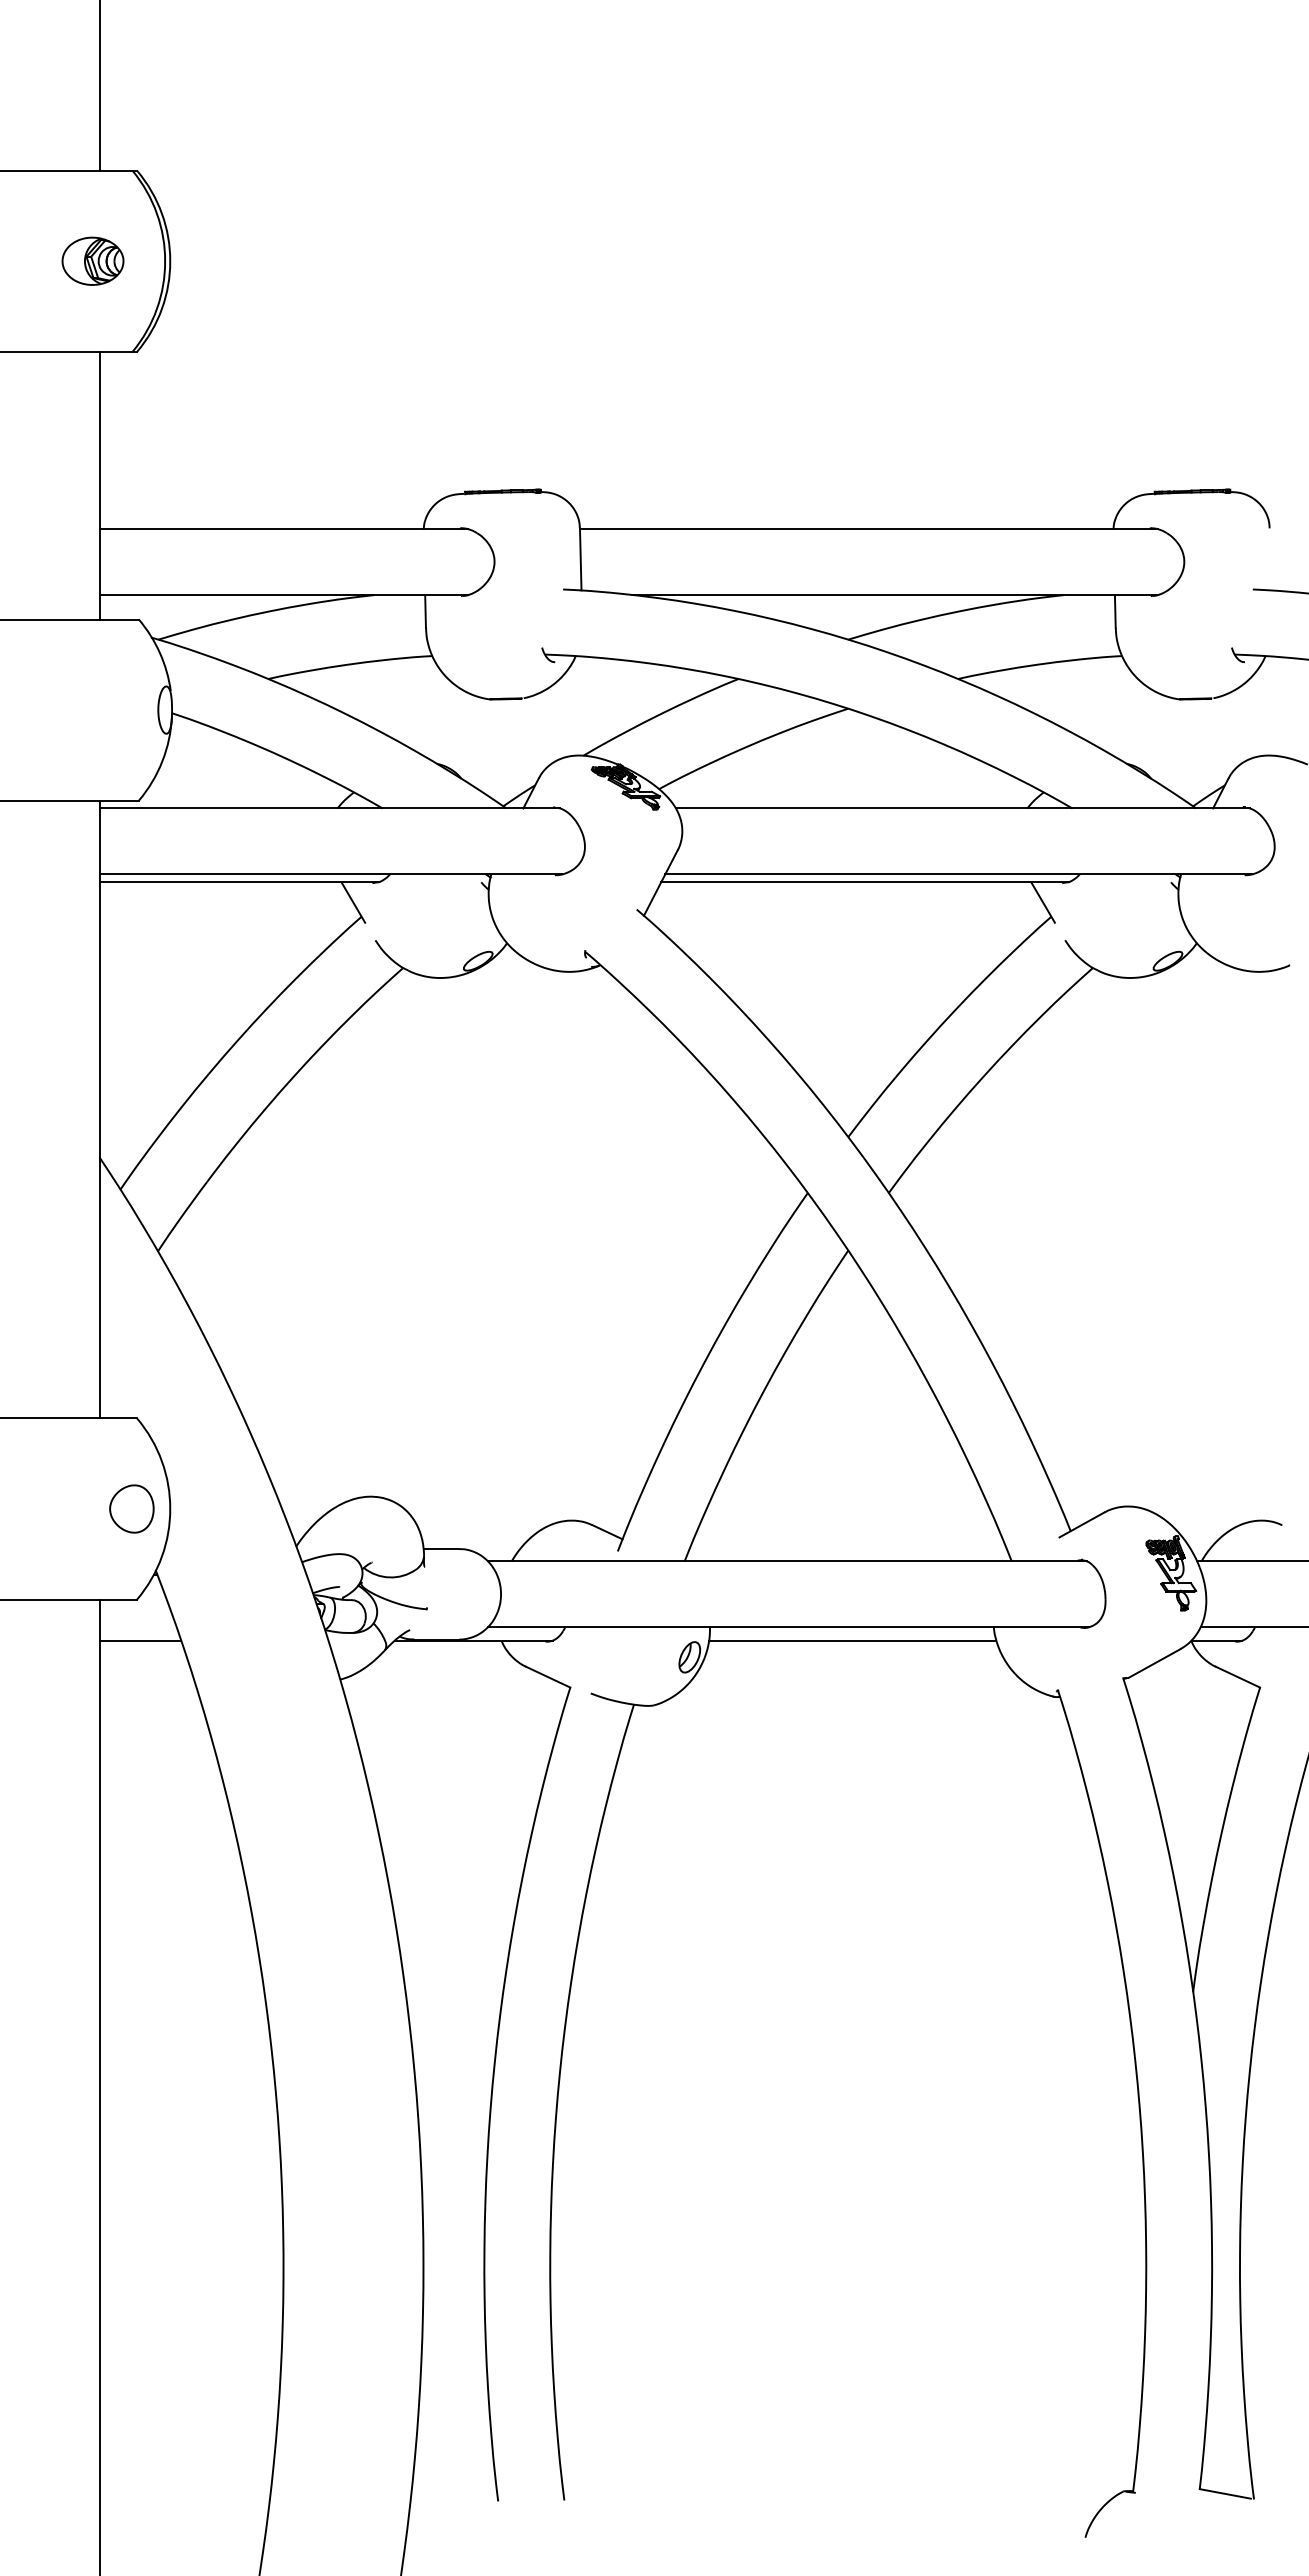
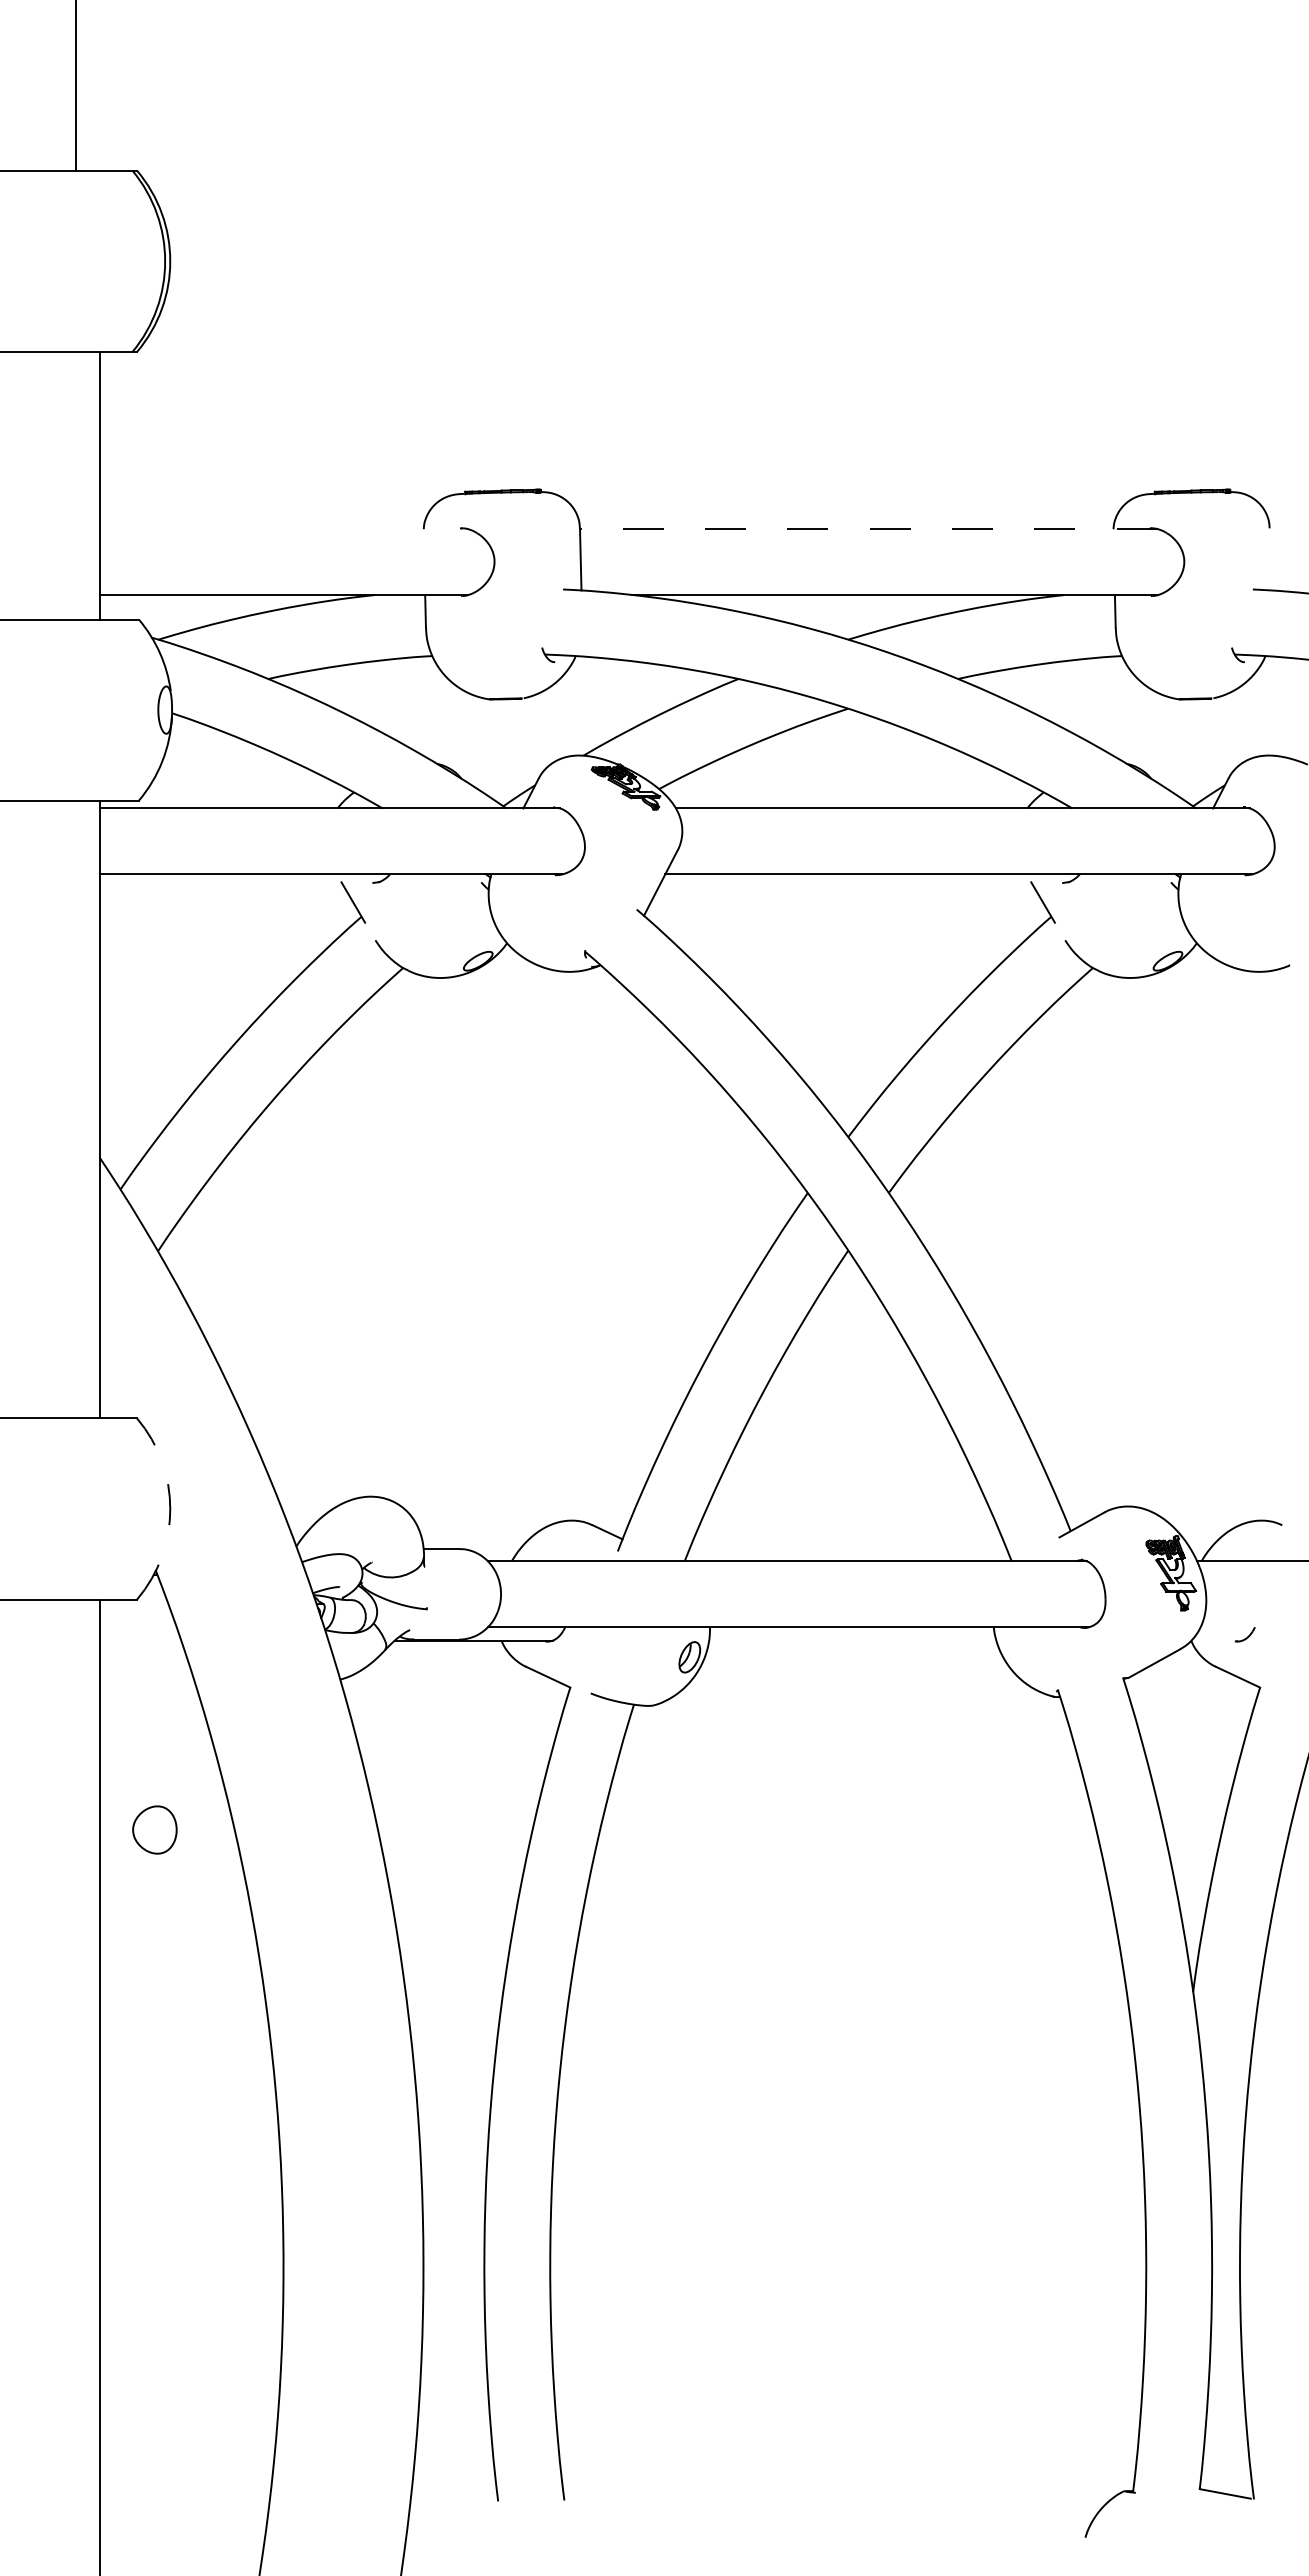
line at (99, 86) position: (99, 86) -> (75, 86)
part at (92, 260): present -> none
line at (283, 529): present -> none
line at (868, 529): solid -> dashed
line at (238, 882): present -> none
line at (864, 882): present -> none
part at (131, 1508) position: (131, 1508) -> (154, 1829)
arc at (170, 1509): solid -> dashed
line at (1252, 1627): present -> none
line at (140, 1640): present -> none
line at (852, 1640): present -> none
line at (1216, 1640): present -> none
